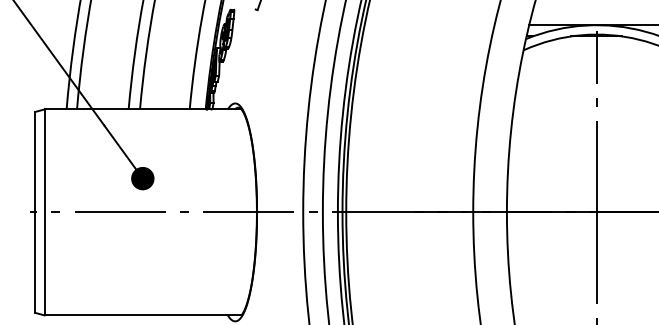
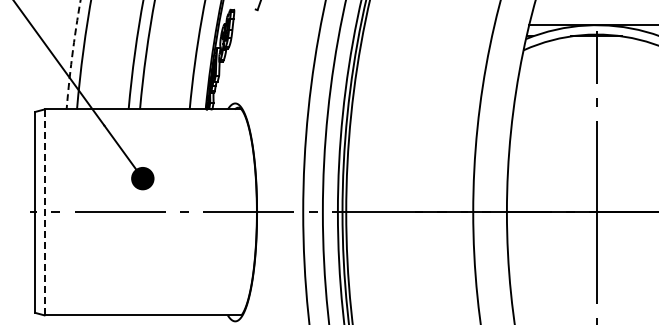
arc at (72, 54): solid -> dashed
line at (44, 212): solid -> dashed
